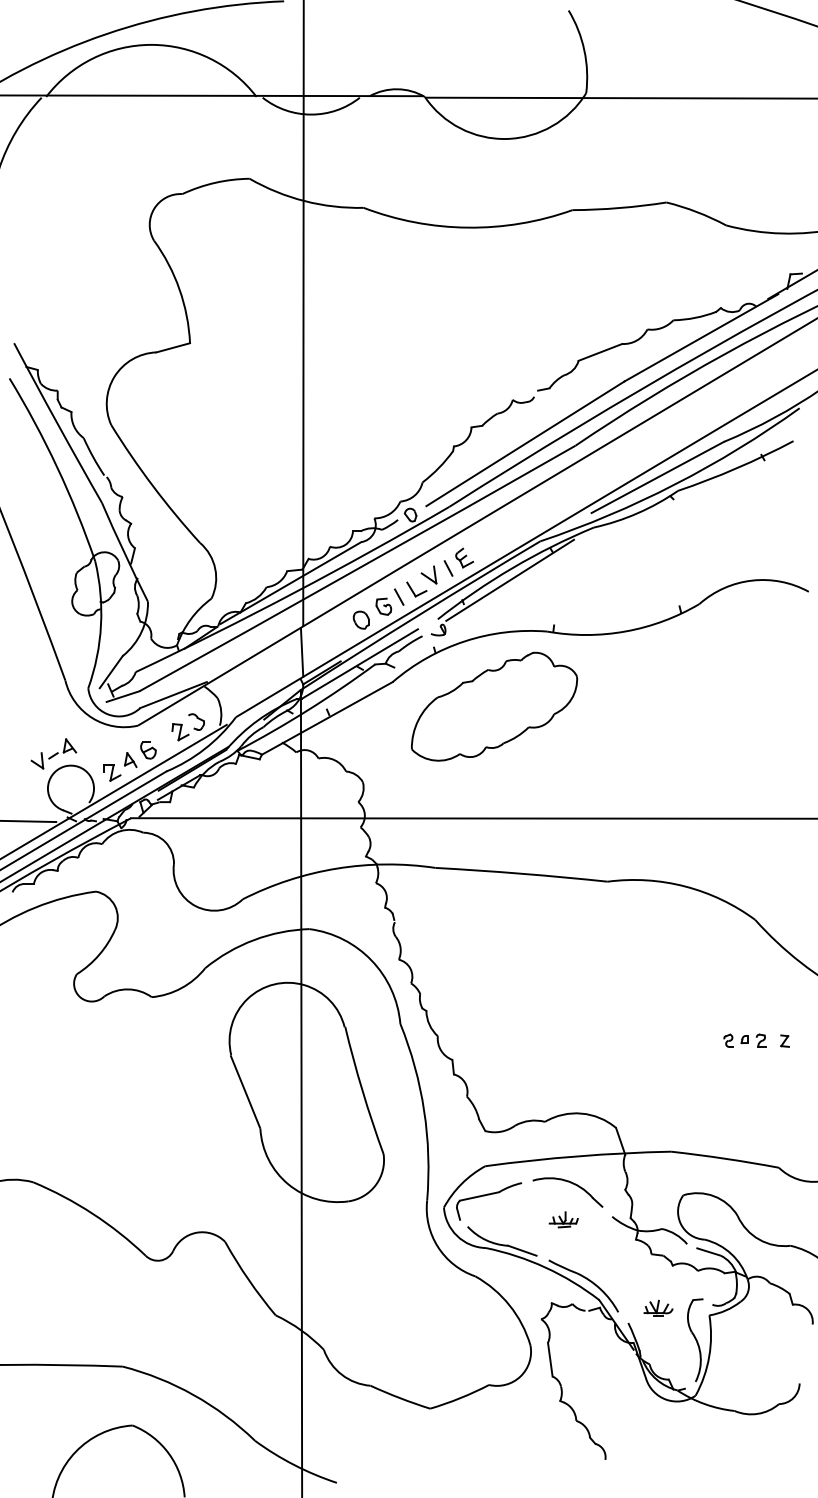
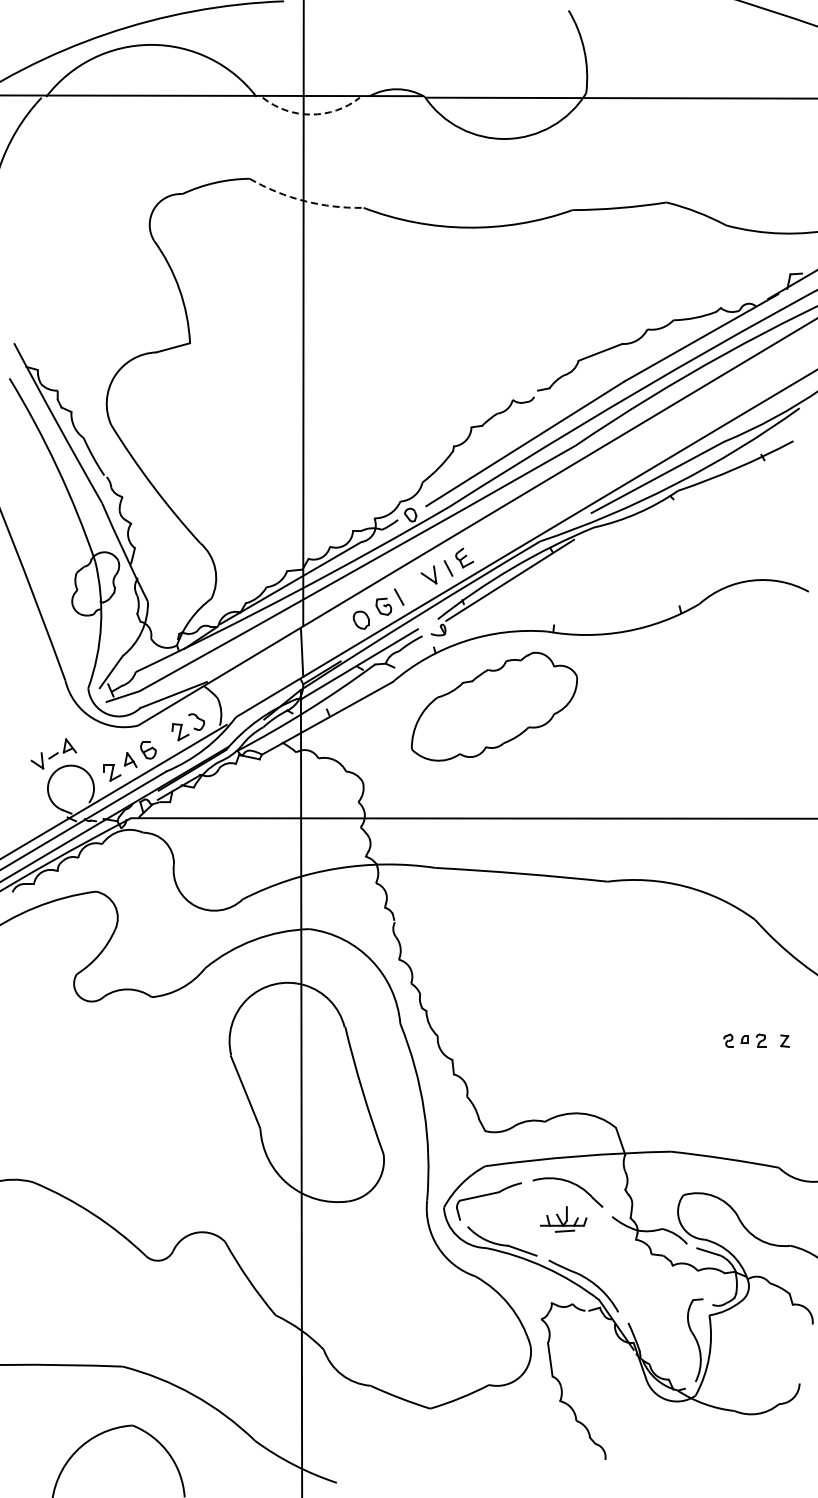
arc at (311, 114): solid -> dashed
arc at (304, 201): solid -> dashed
part at (416, 589): present -> none
line at (29, 821): present -> none
part at (563, 1219) size: 31x18 px -> 48x27 px
part at (658, 1307): present -> none
